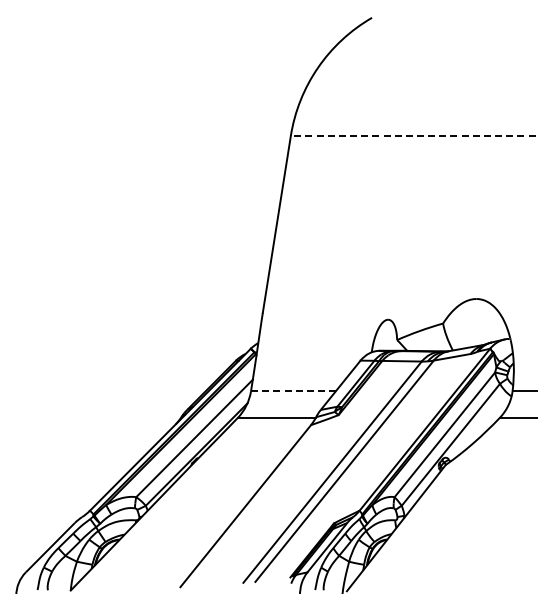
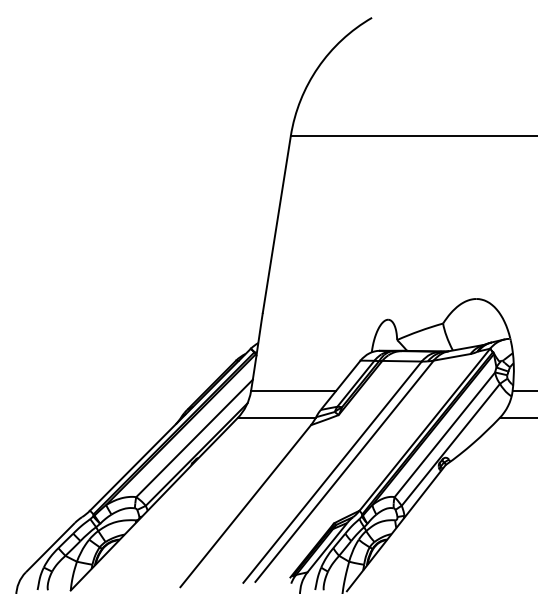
line at (413, 135): dashed -> solid
line at (293, 391): dashed -> solid
